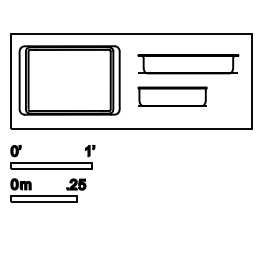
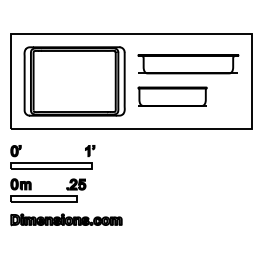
part at (69, 80) position: (69, 80) -> (74, 81)
part at (66, 219): none -> present
